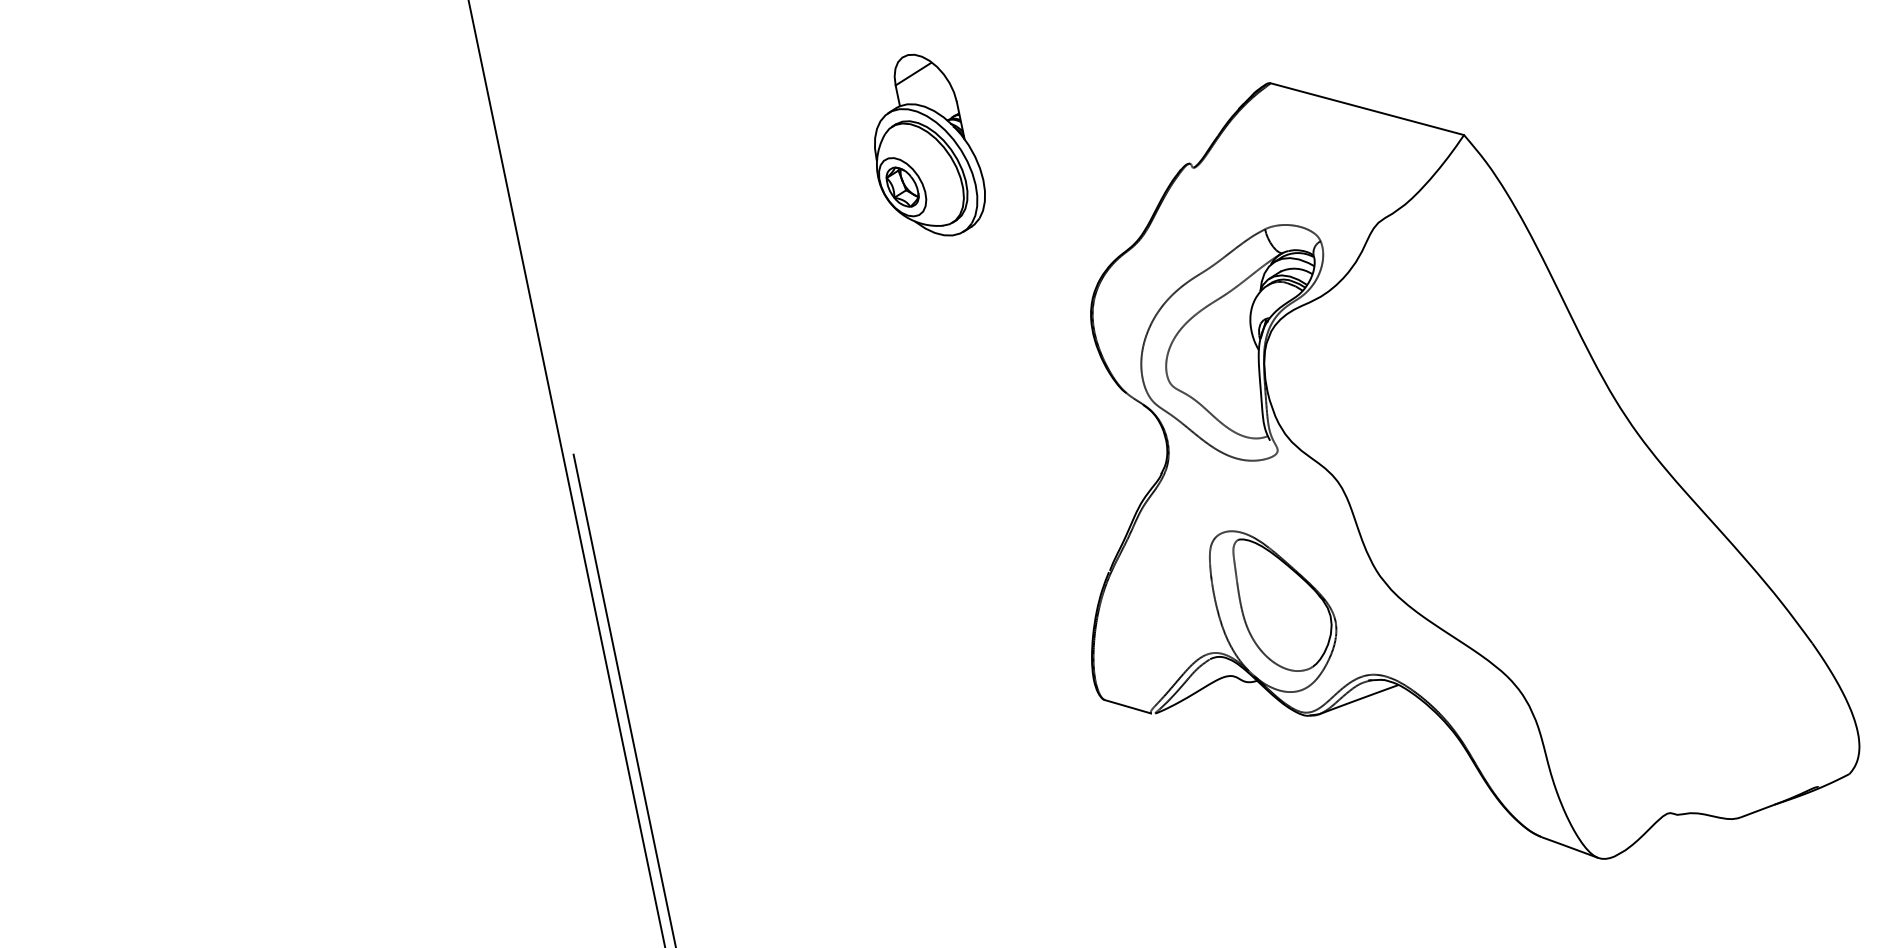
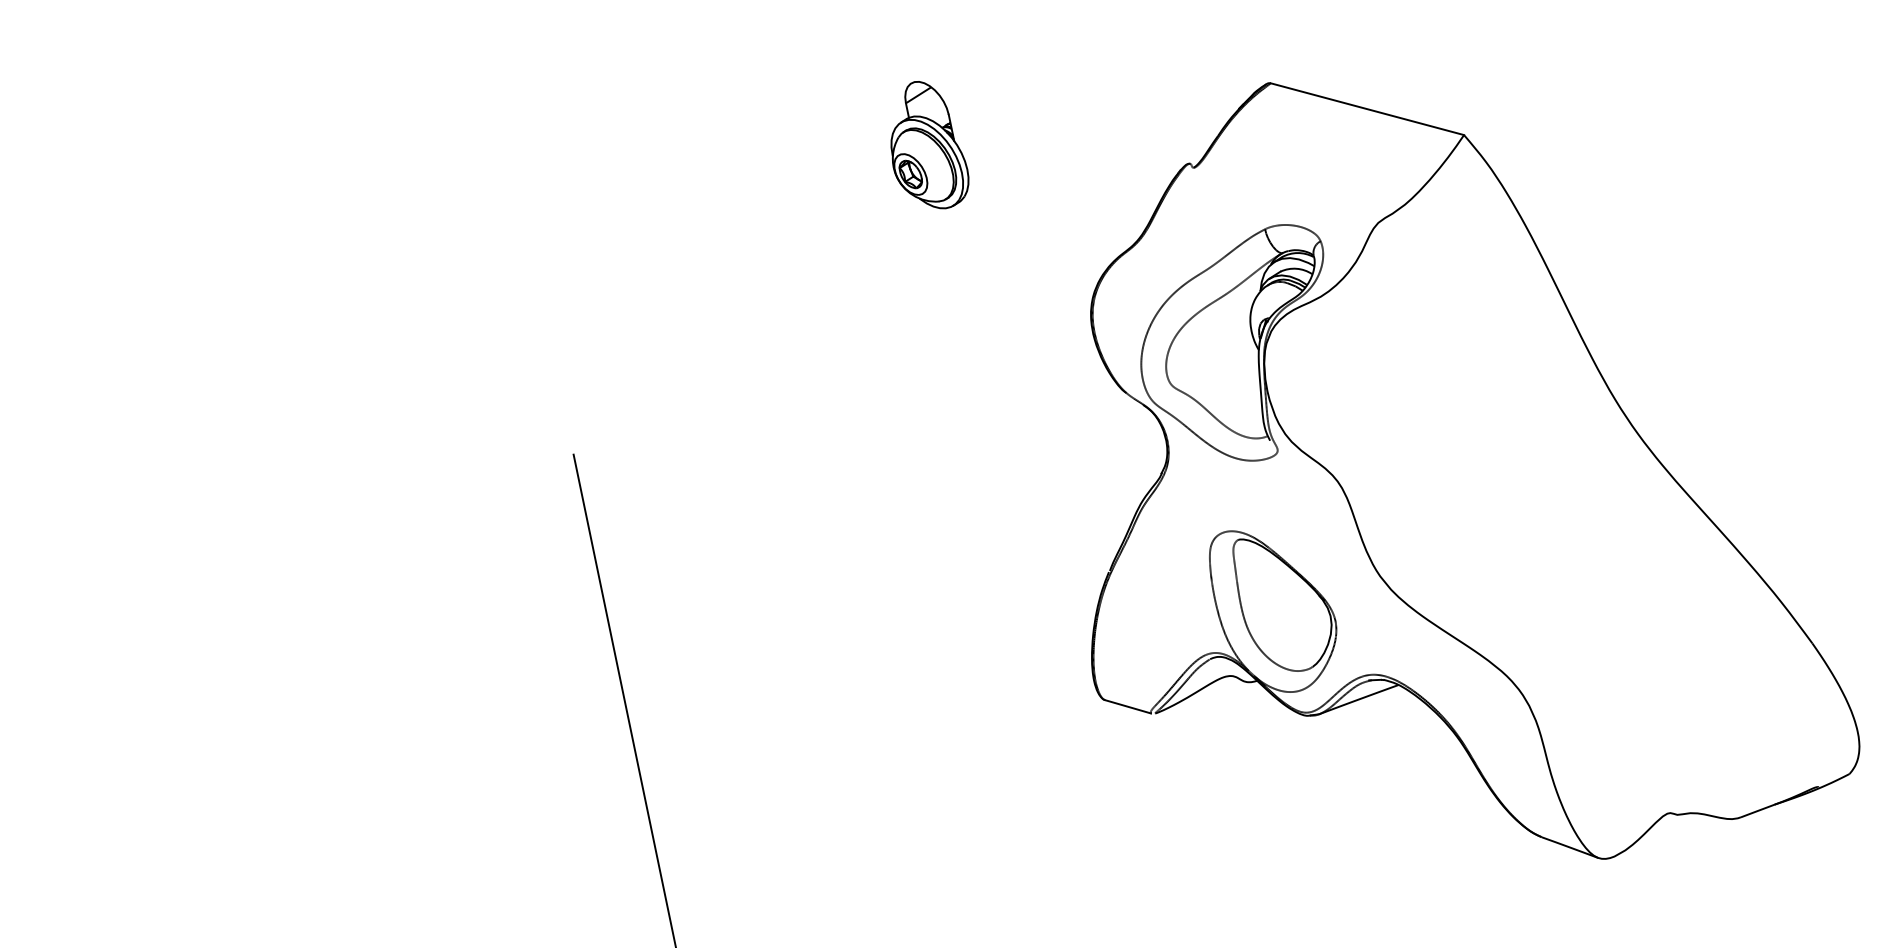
part at (929, 144) size: 112x184 px -> 80x129 px
line at (566, 473): present -> none
